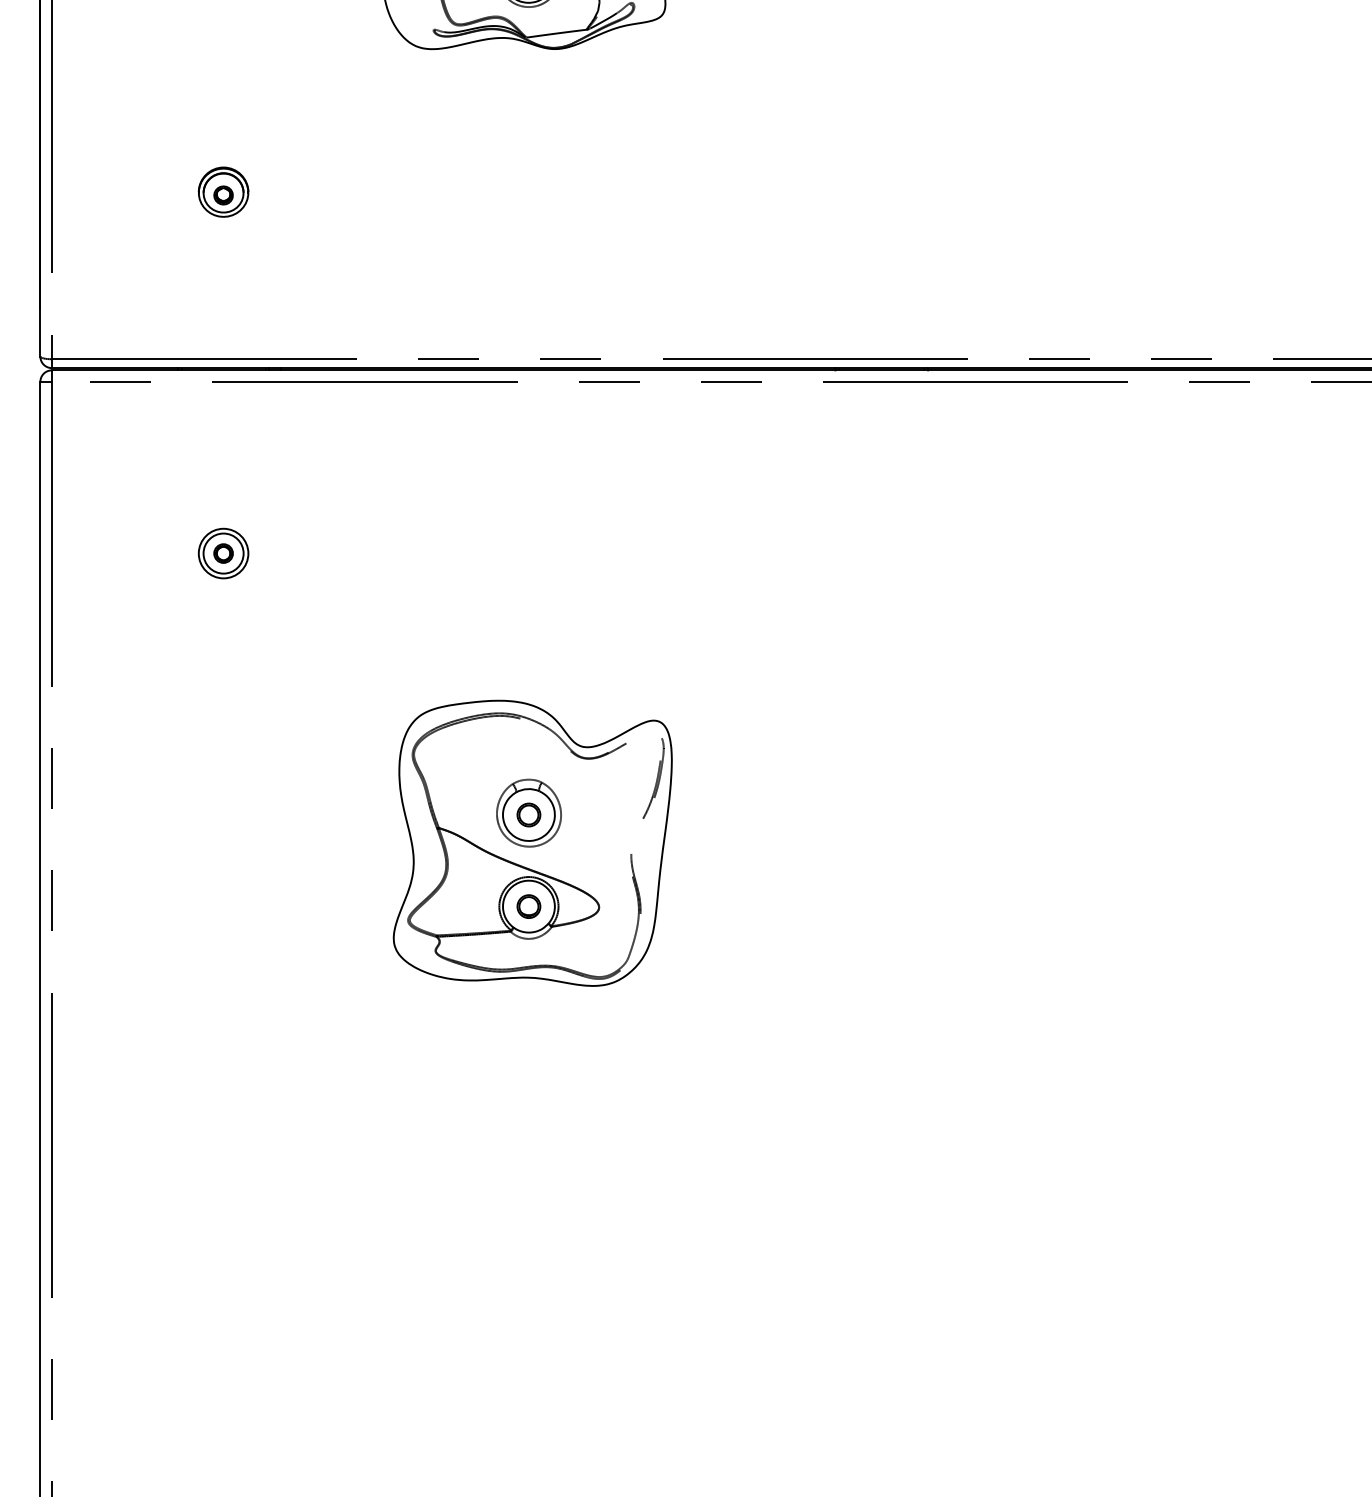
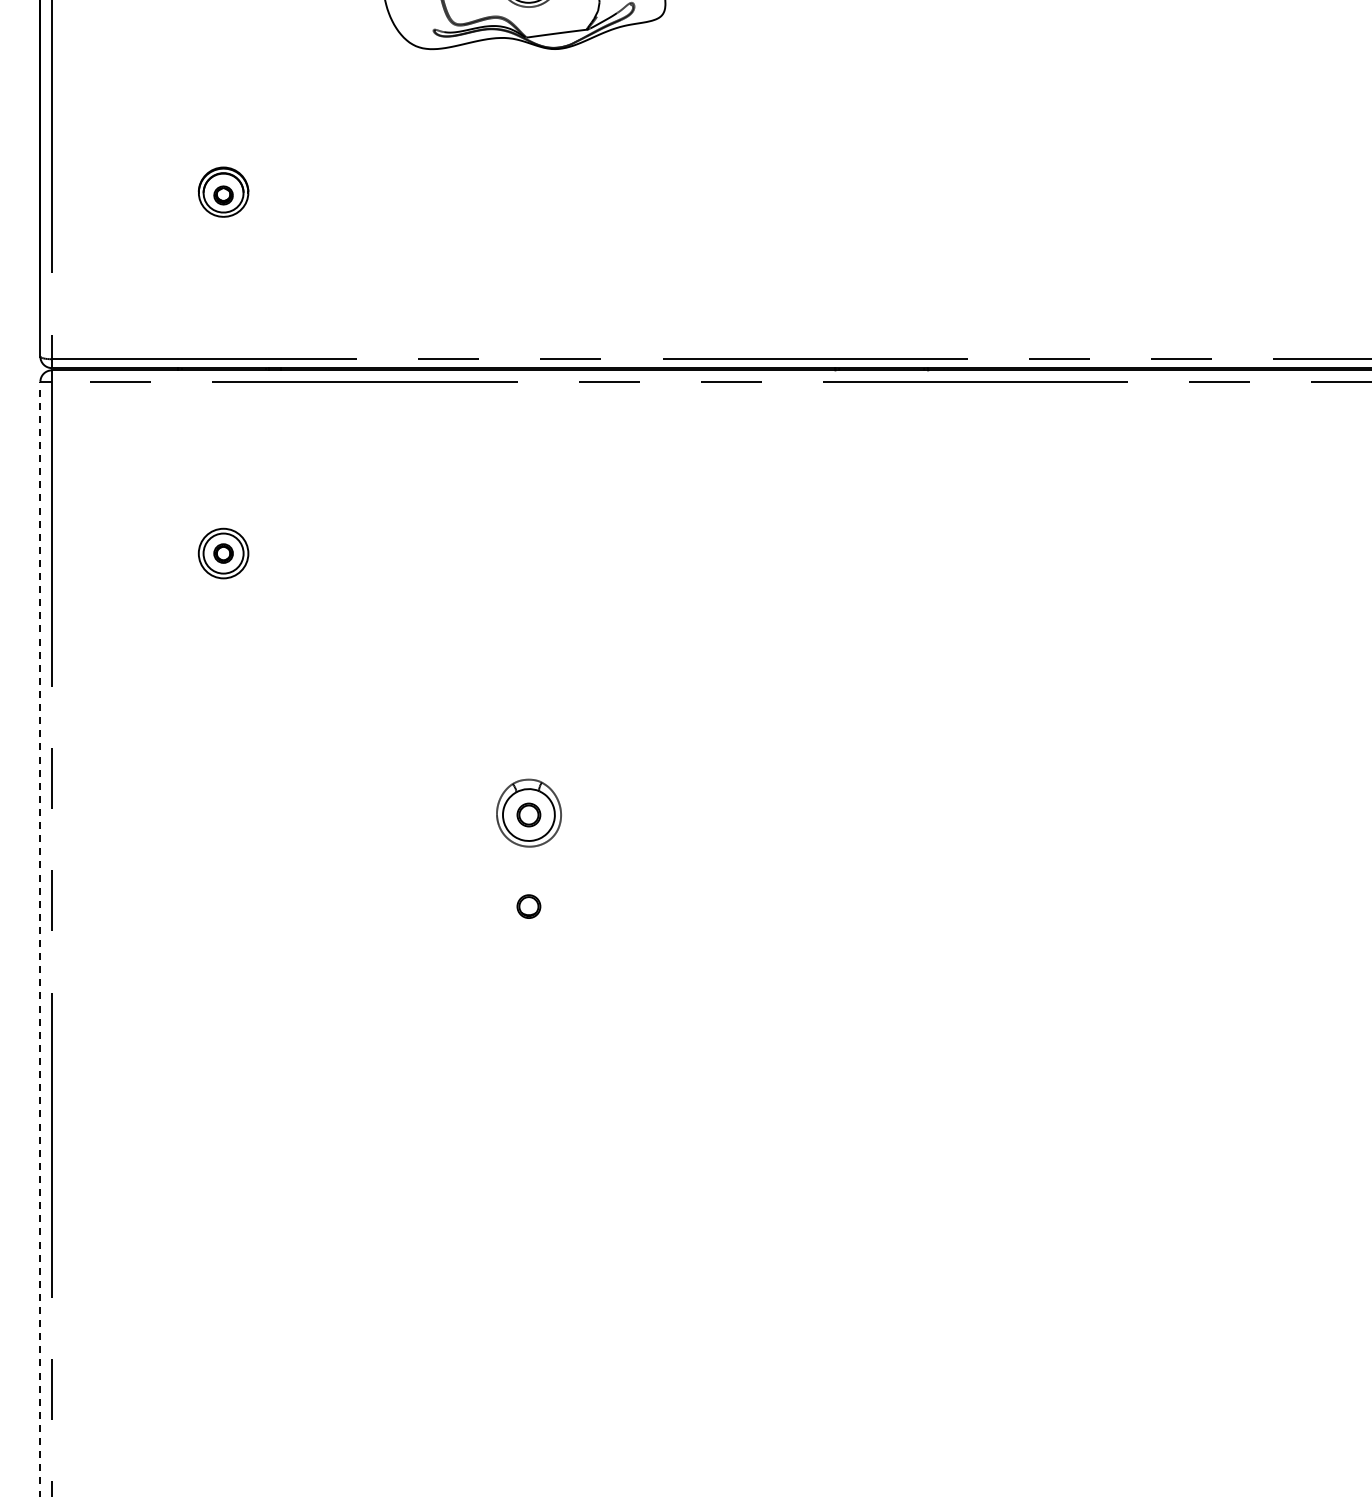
part at (532, 842): present -> none
line at (40, 938): solid -> dashed
